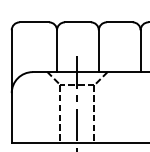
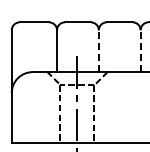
line at (98, 51): solid -> dashed
line at (140, 51): solid -> dashed
